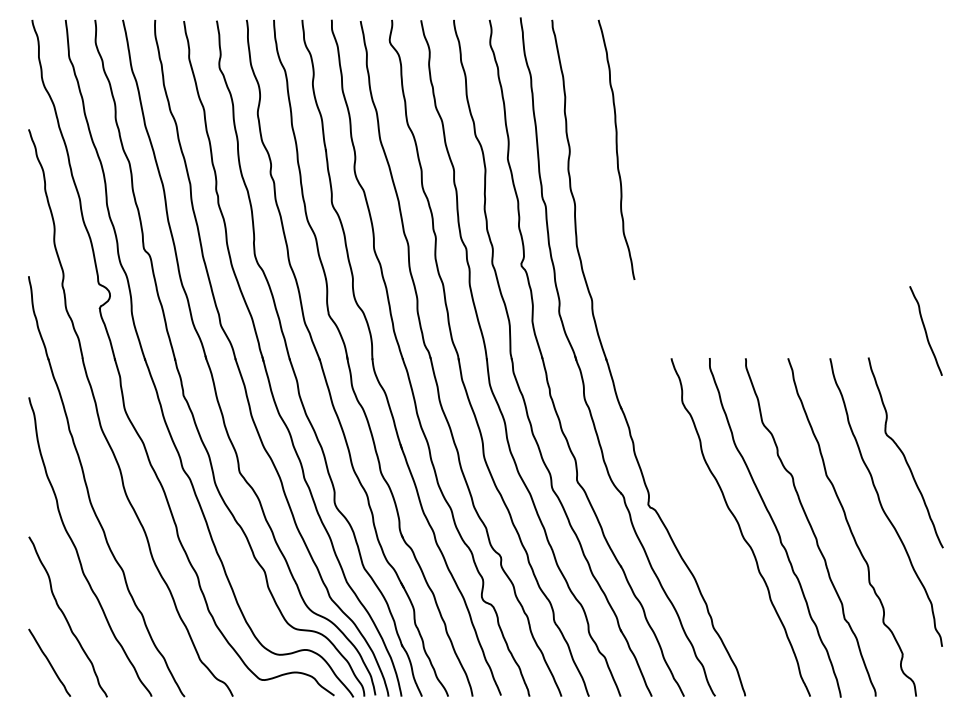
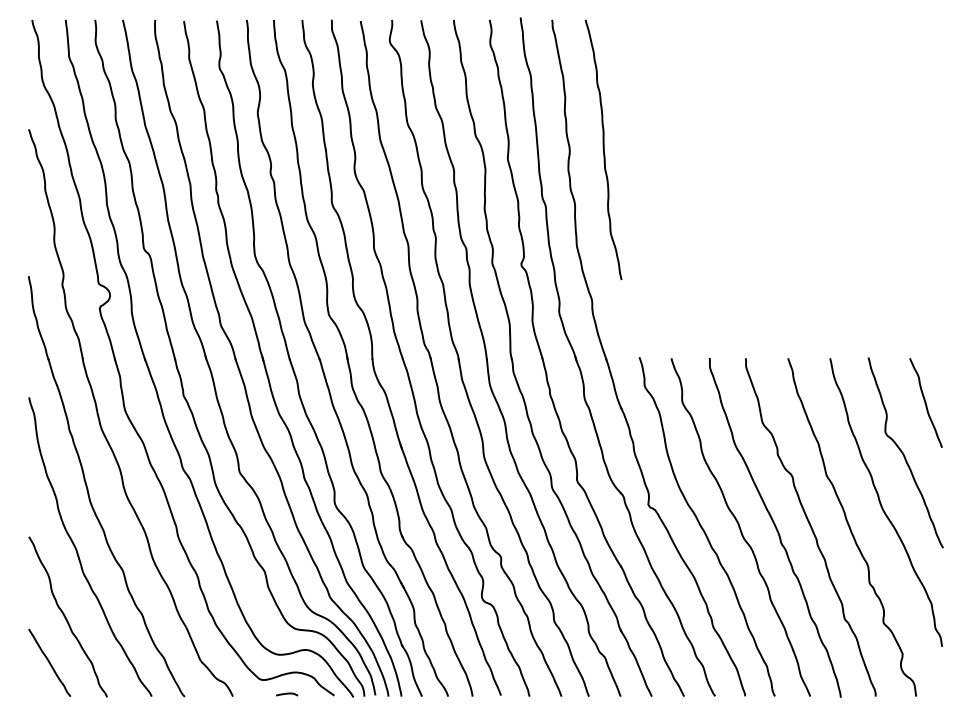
curve at (616, 149) position: (616, 149) -> (603, 149)
curve at (925, 330) position: (925, 330) -> (925, 402)
curve at (703, 528): none -> present
curve at (287, 694): none -> present
